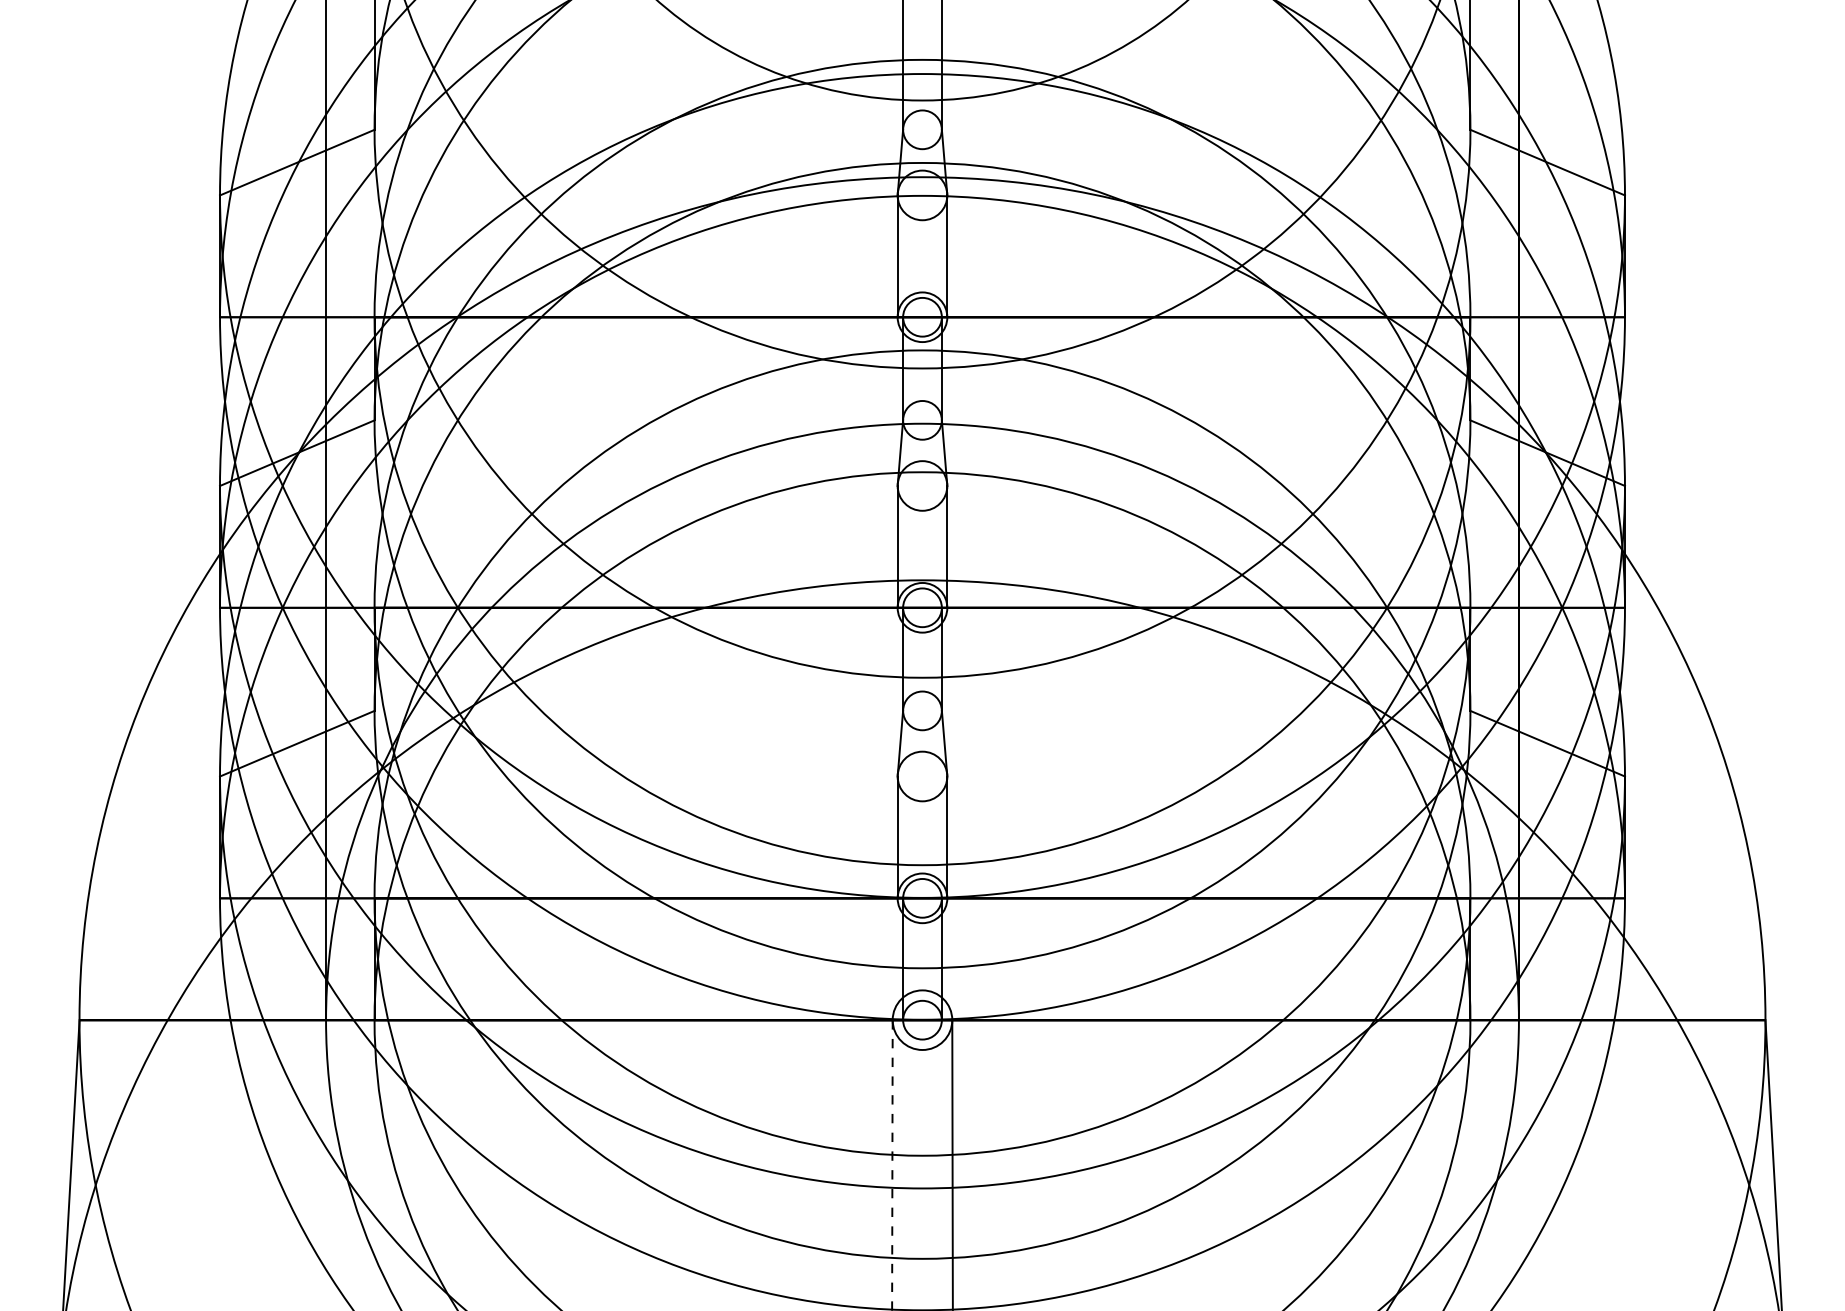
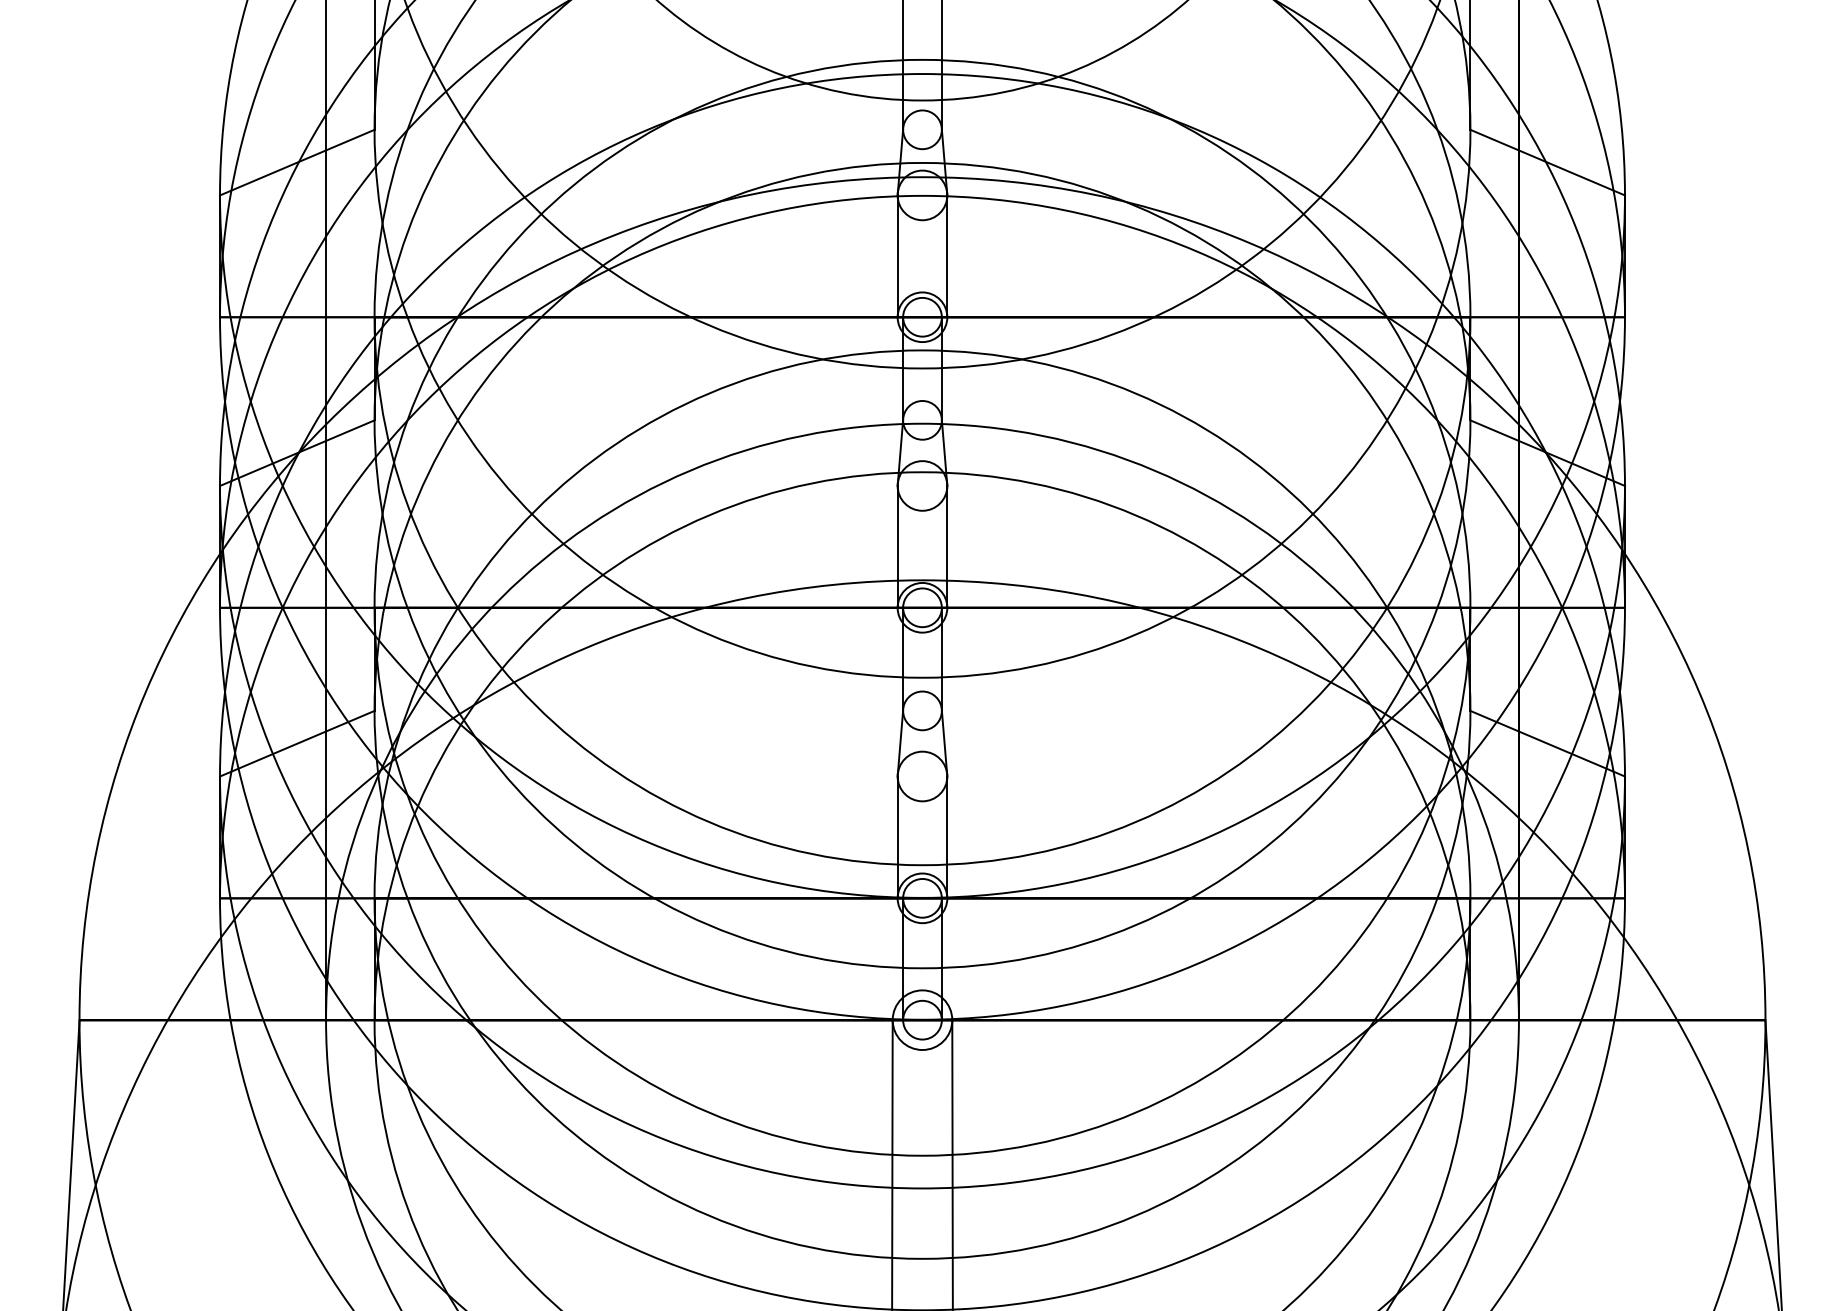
line at (892, 1165): dashed -> solid
